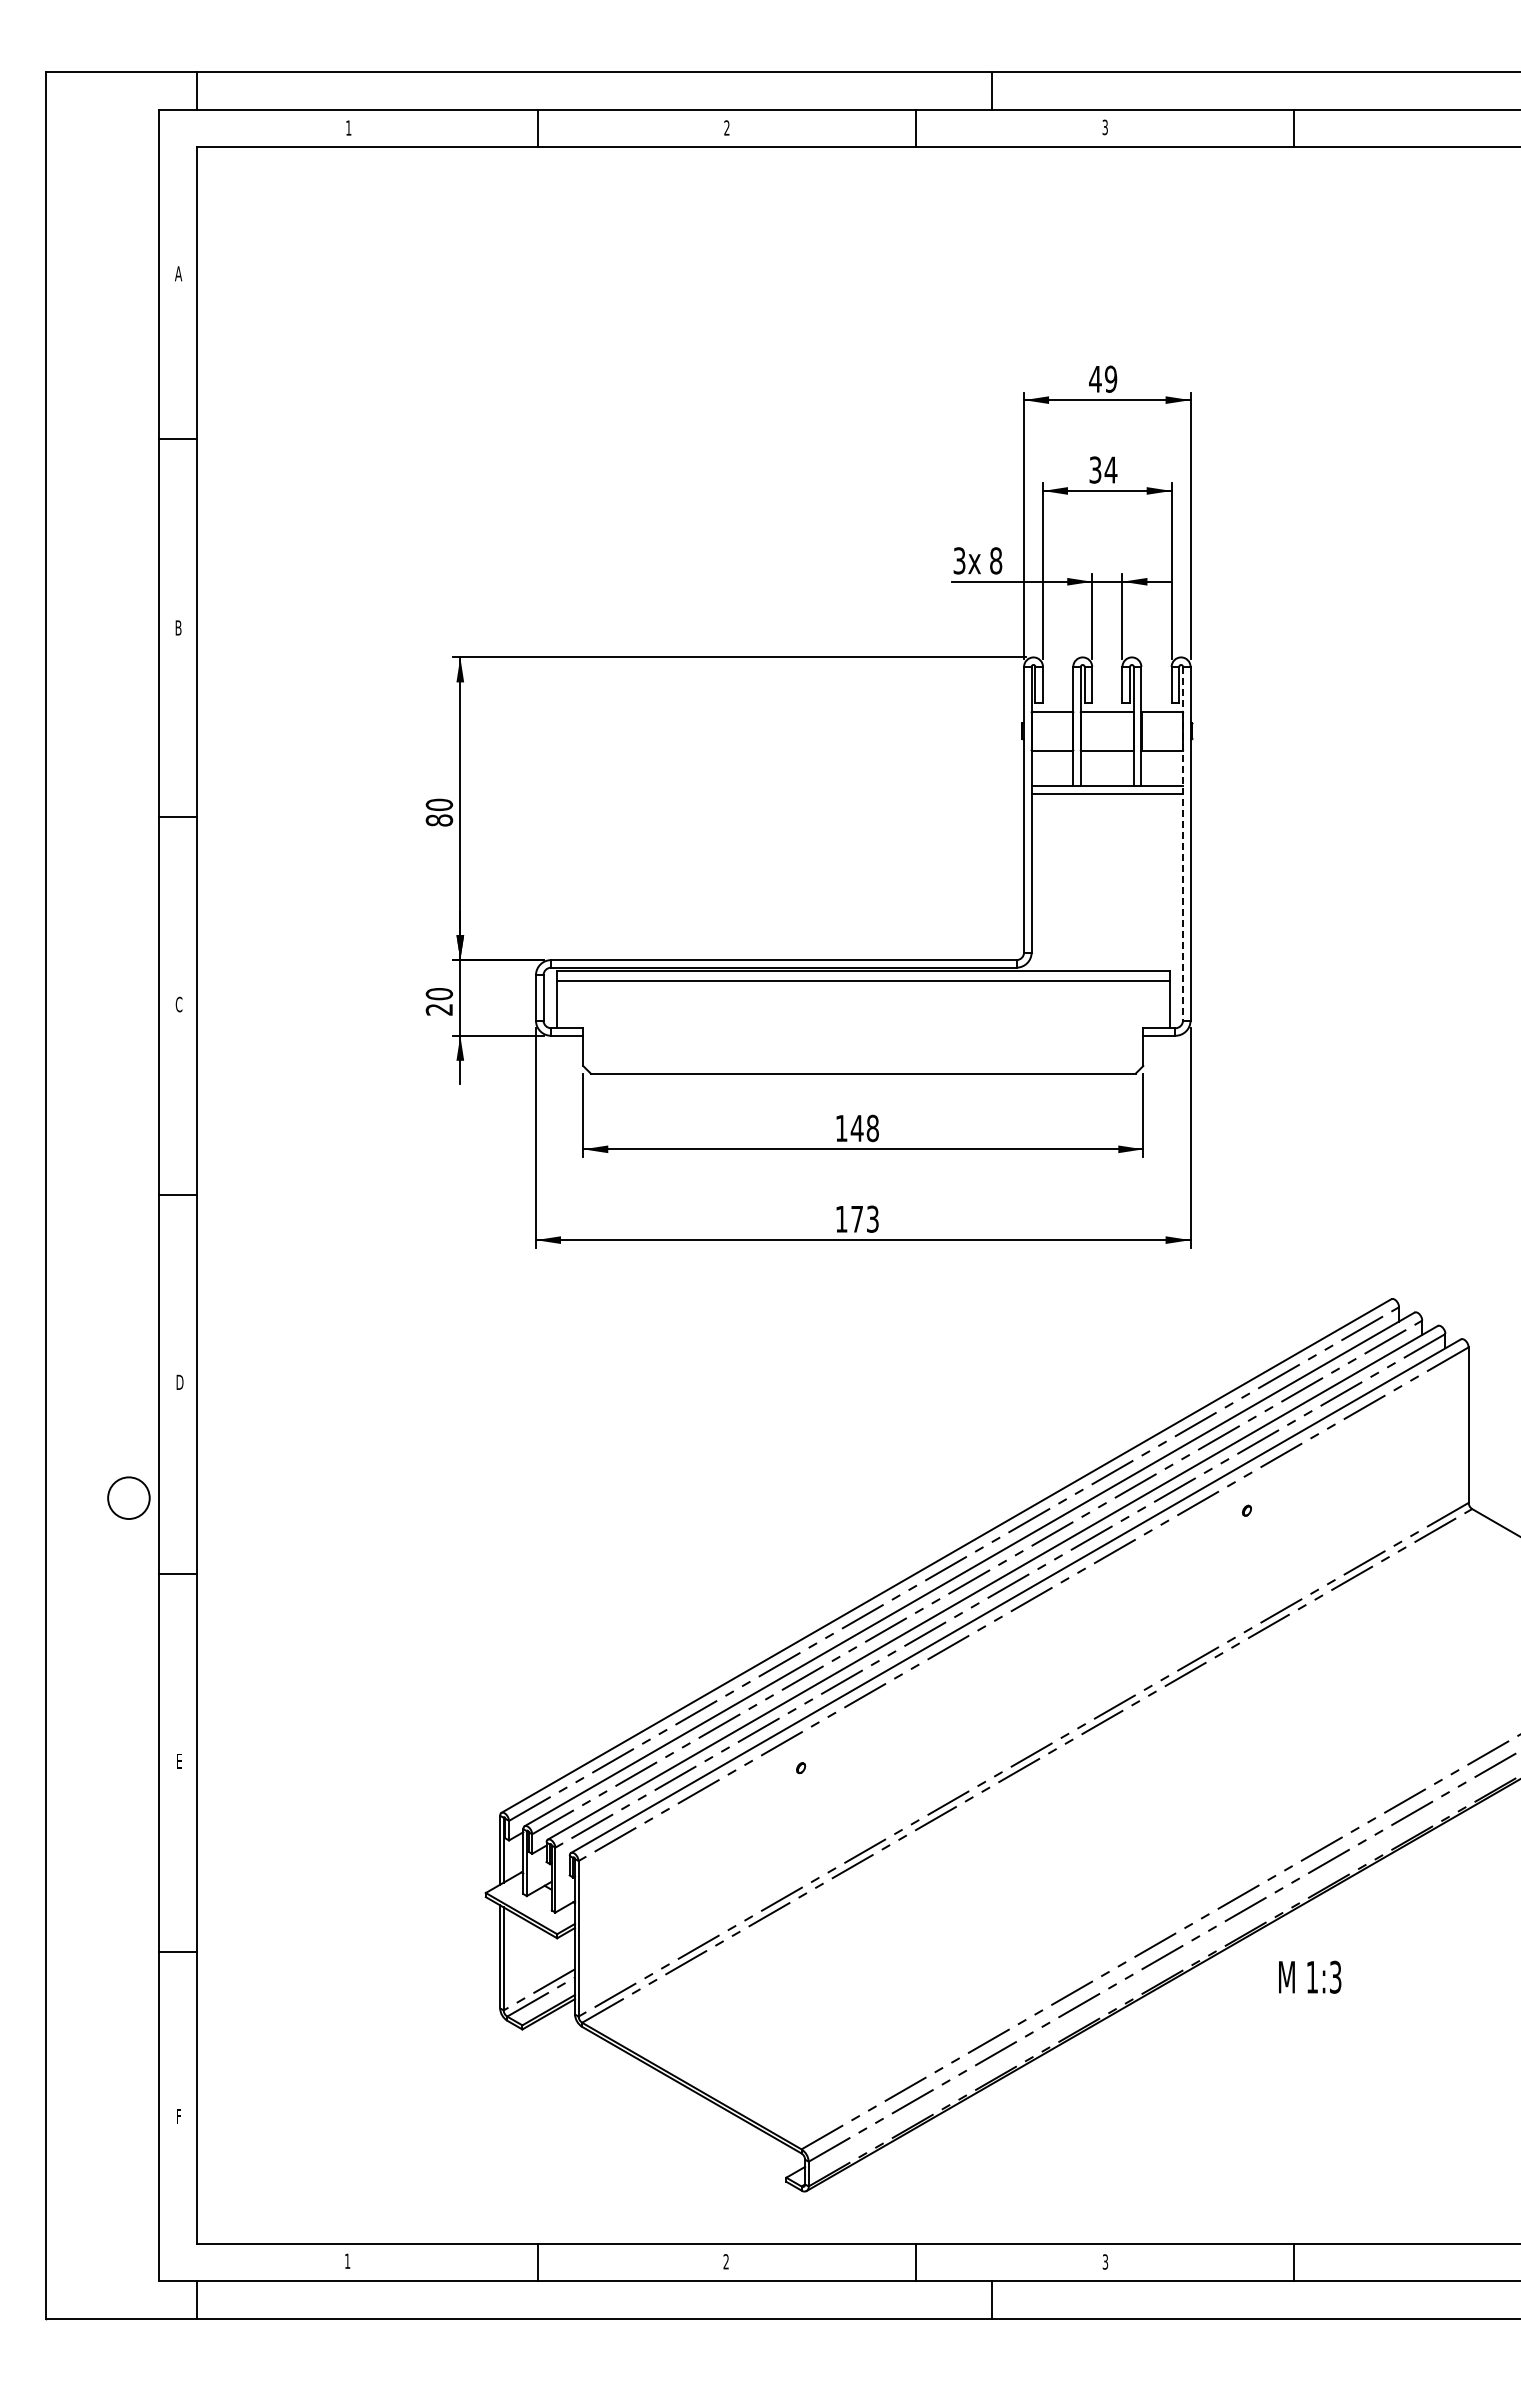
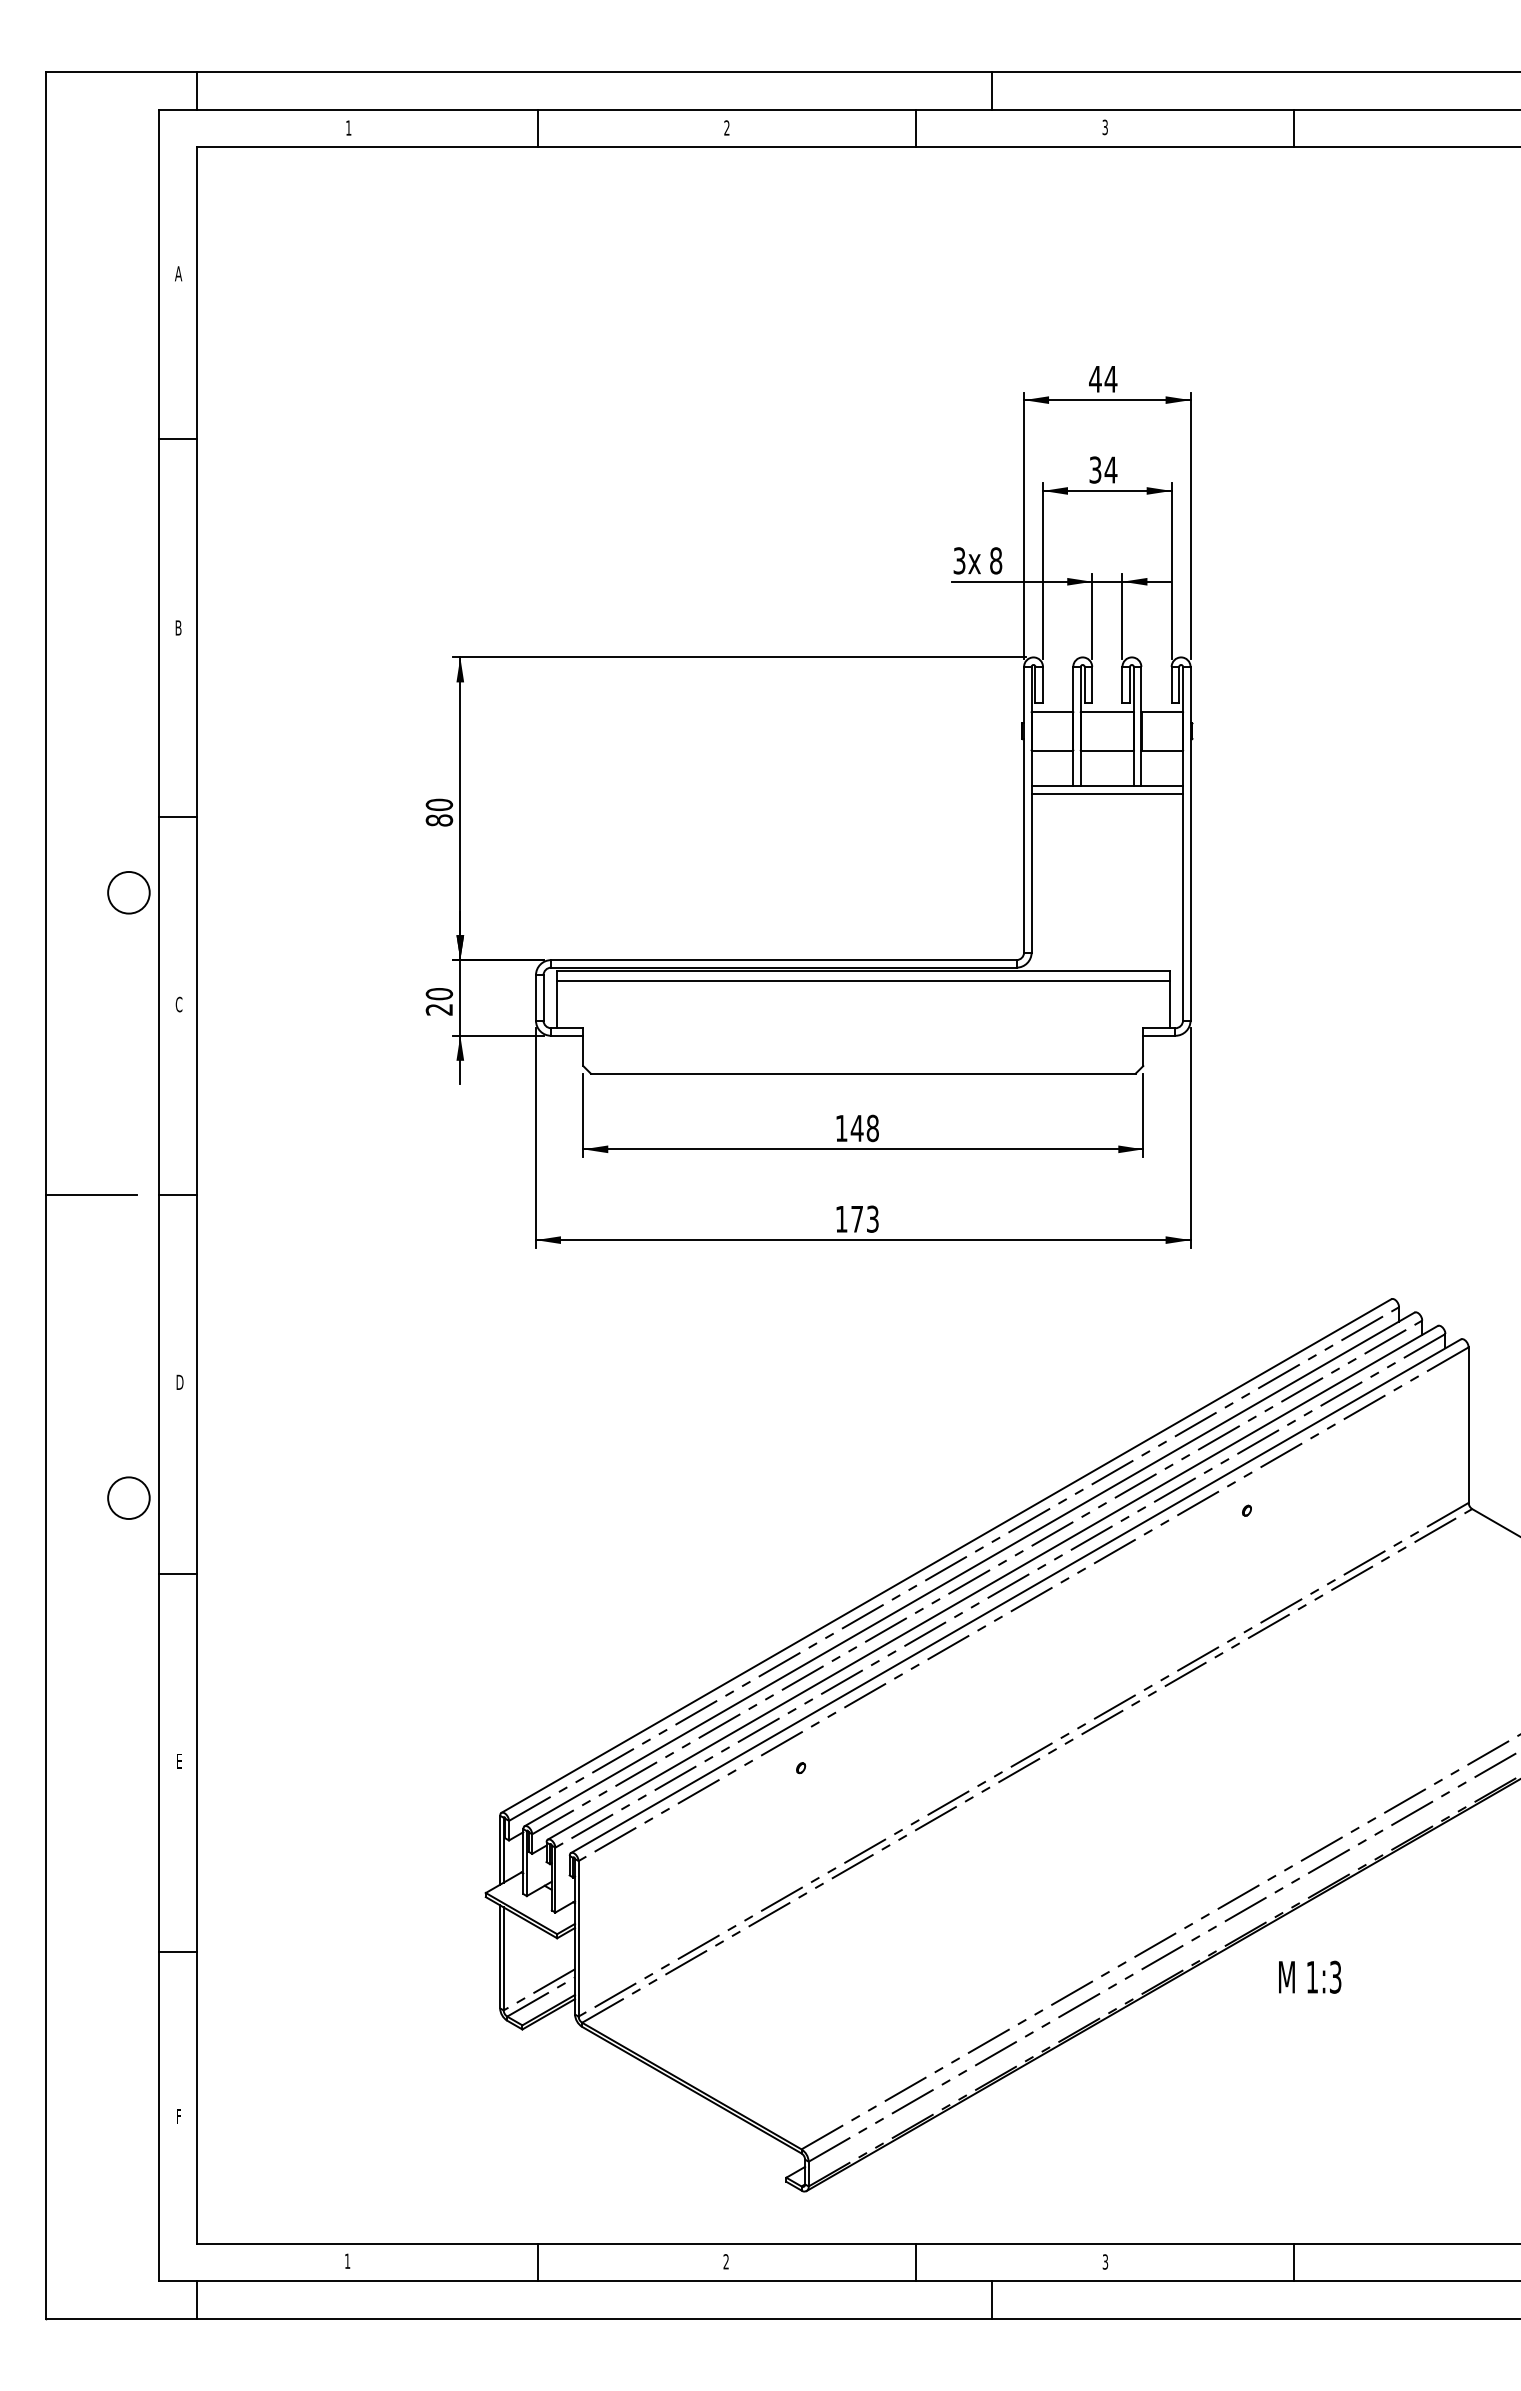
text at (1110, 378): 49 -> 44
line at (1183, 843): dashed -> solid
circle at (128, 892): none -> present
line at (90, 1195): none -> present
